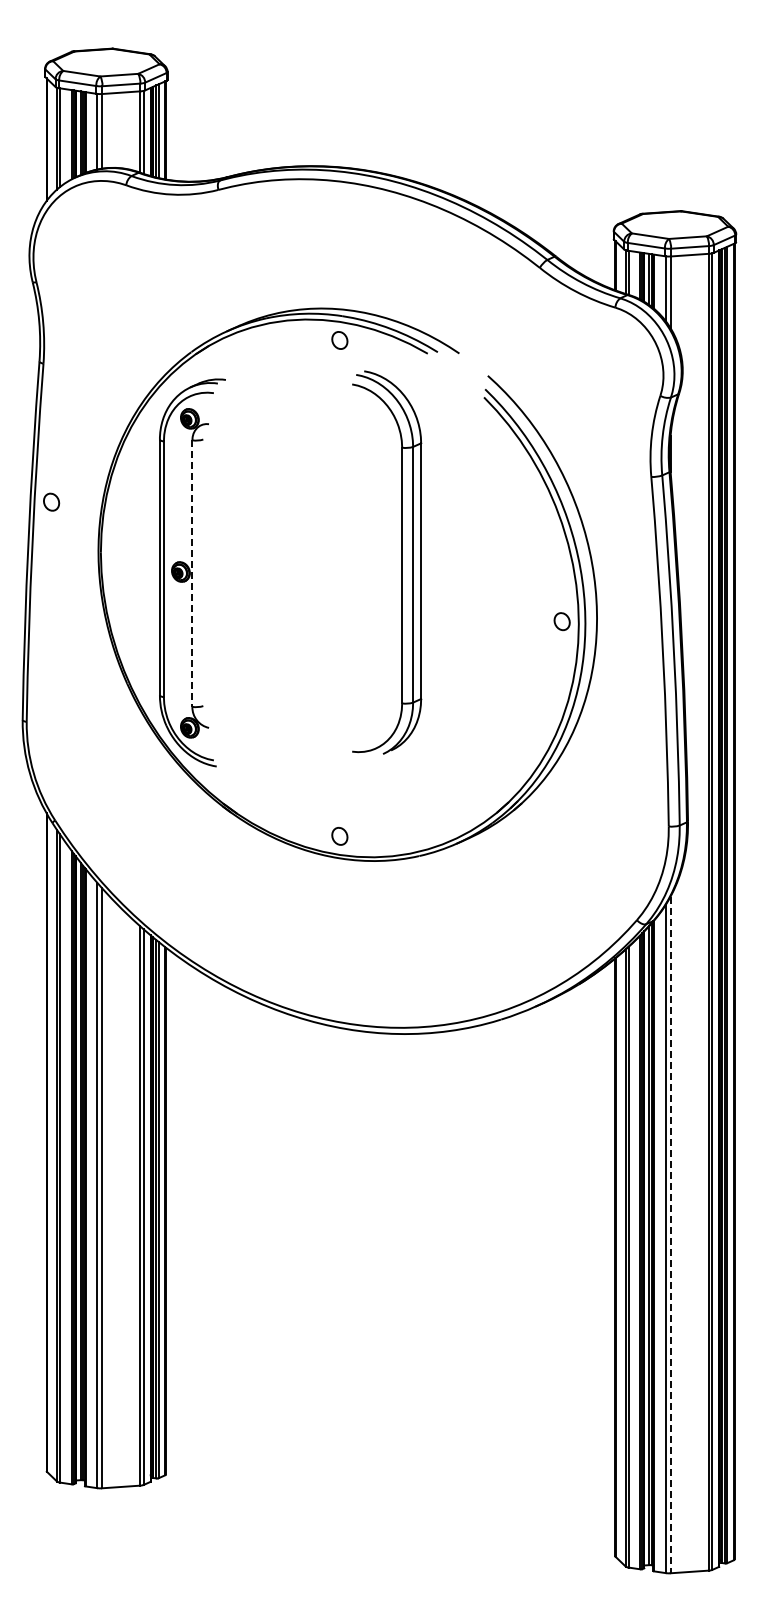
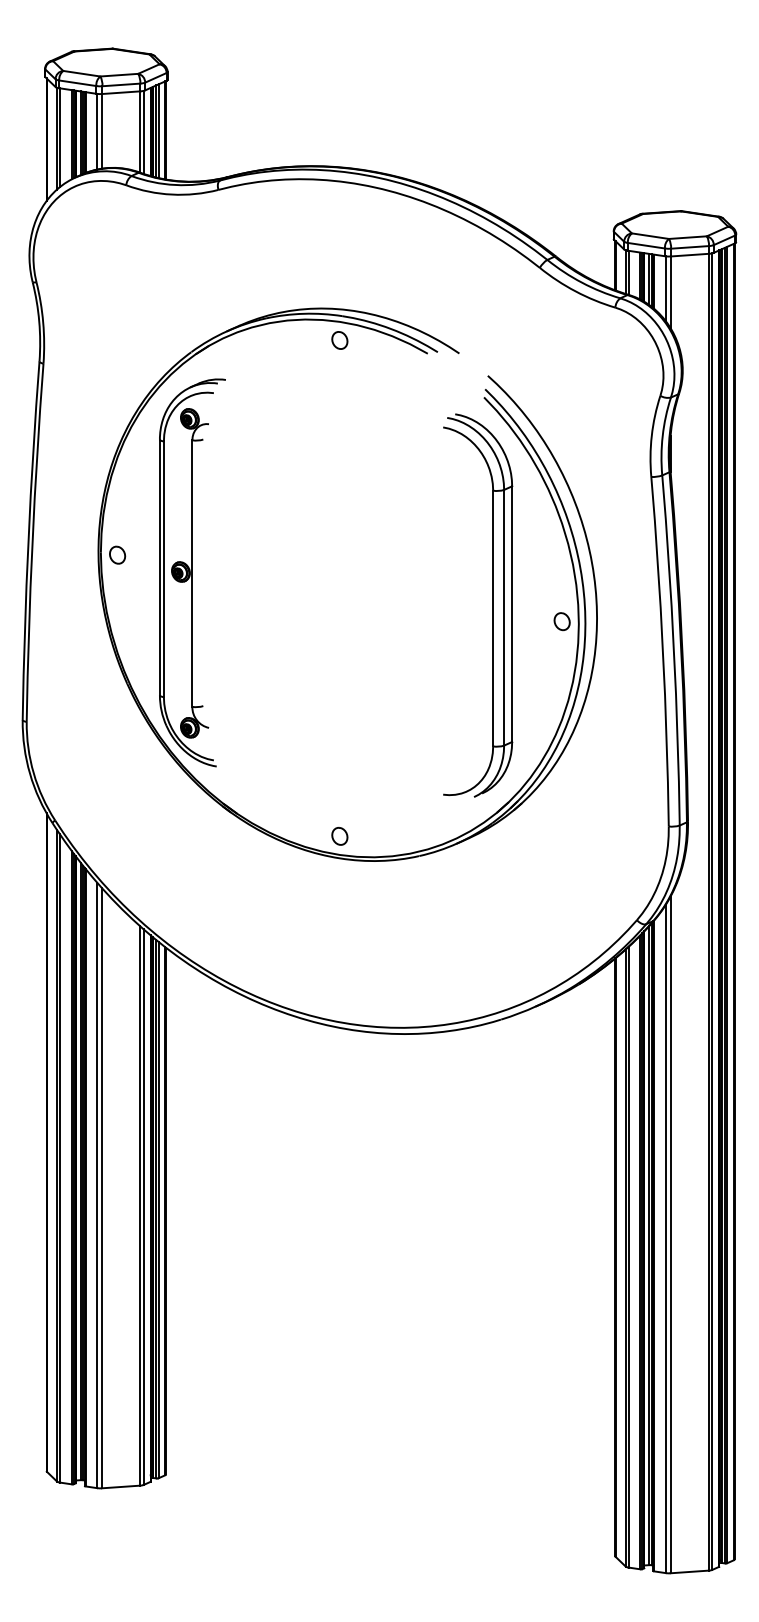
part at (51, 501) position: (51, 501) -> (117, 554)
part at (401, 562) position: (401, 562) -> (492, 605)
line at (192, 574): dashed -> solid
line at (670, 1235): dashed -> solid
